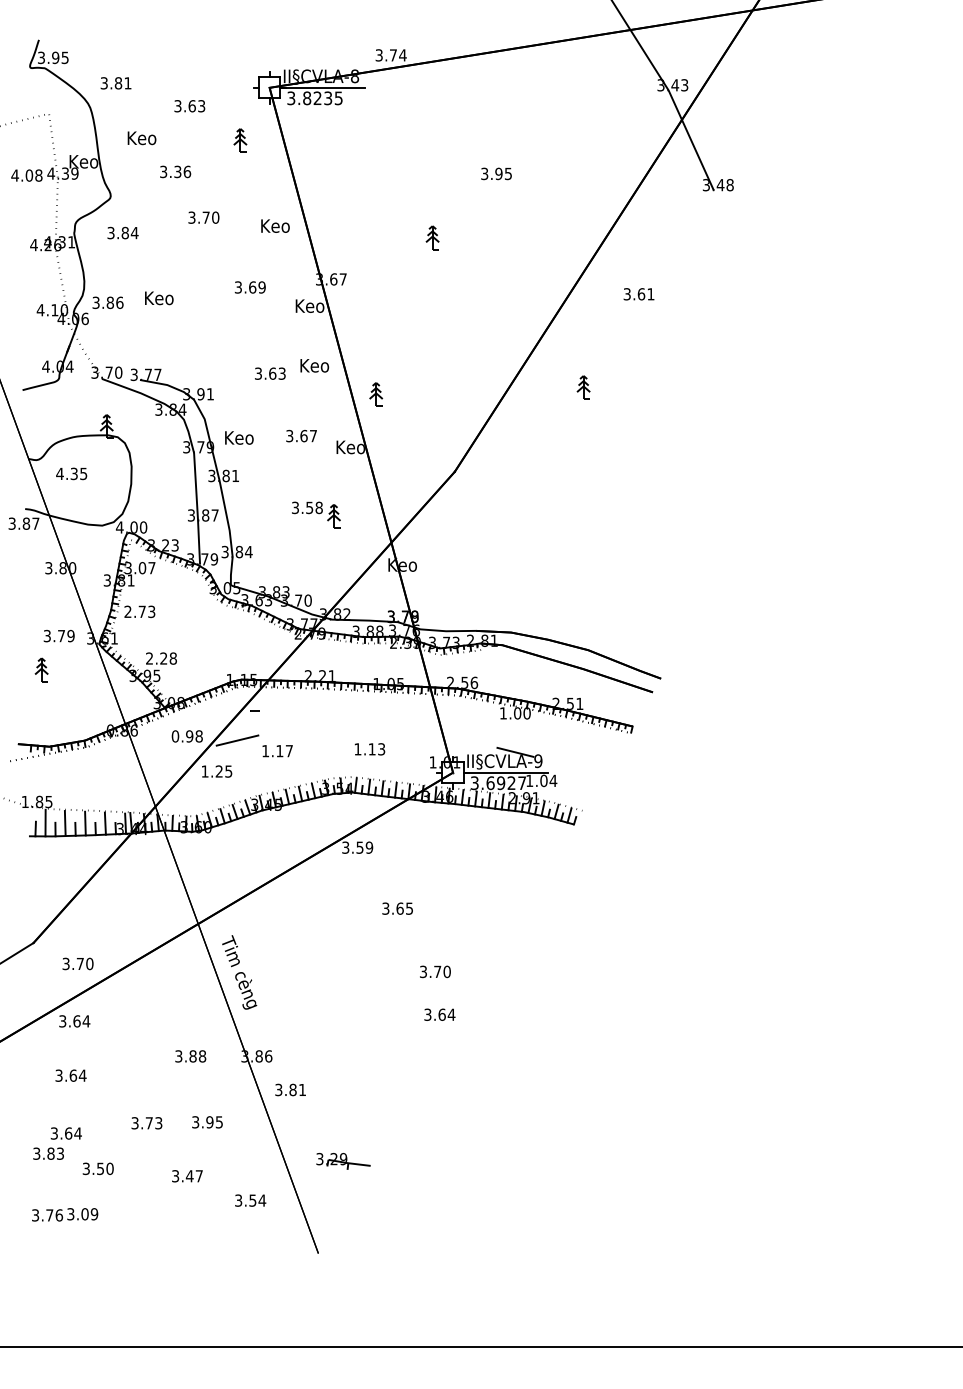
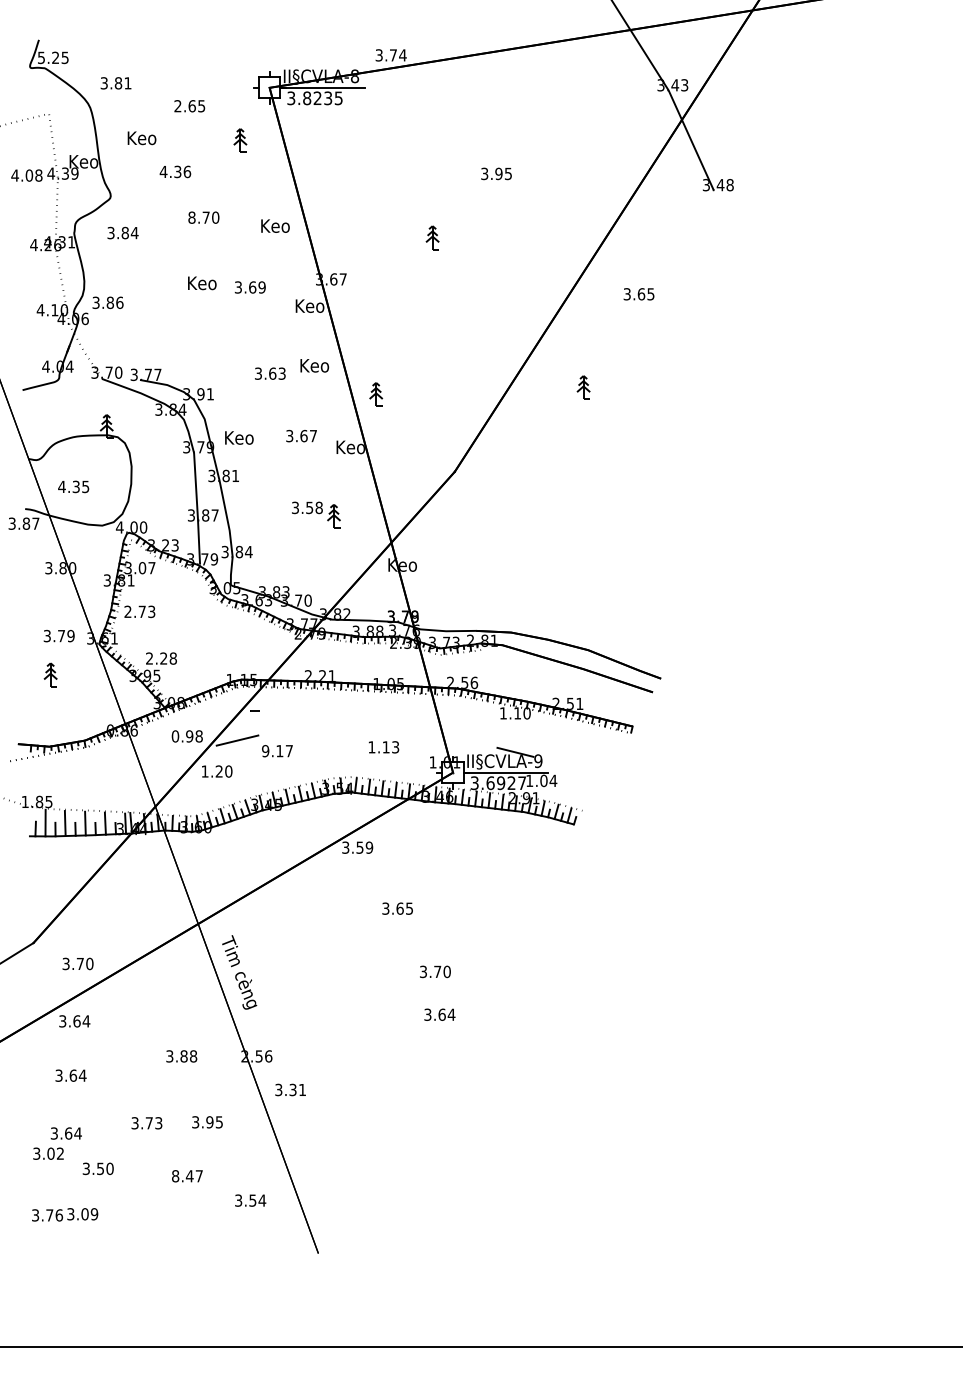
text at (48, 57): 3.95 -> 5.25
text at (189, 106): 3.63 -> 2.65
text at (163, 171): 3.36 -> 4.36
text at (191, 217): 3.70 -> 8.70
text at (650, 294): 3.61 -> 3.65
text at (159, 298) position: (159, 298) -> (202, 283)
text at (71, 473) position: (71, 473) -> (73, 486)
part at (41, 669) position: (41, 669) -> (50, 674)
text at (517, 713): 1.00 -> 1.10
text at (369, 749) position: (369, 749) -> (383, 747)
text at (265, 751): 1.17 -> 9.17
text at (228, 771): 1.25 -> 1.20
text at (190, 1056) position: (190, 1056) -> (181, 1056)
text at (251, 1056): 3.86 -> 2.56
text at (292, 1089): 3.81 -> 3.31
text at (55, 1153): 3.83 -> 3.02
part at (343, 1161): present -> none
text at (175, 1176): 3.47 -> 8.47
